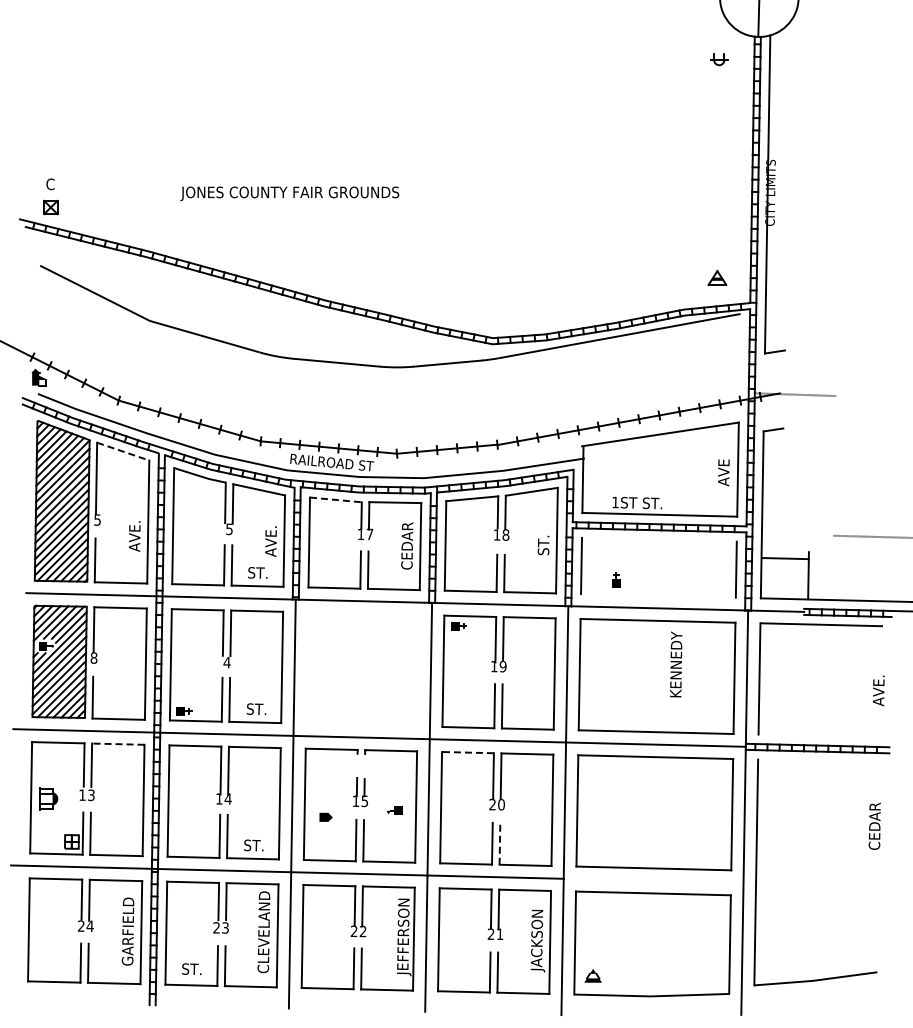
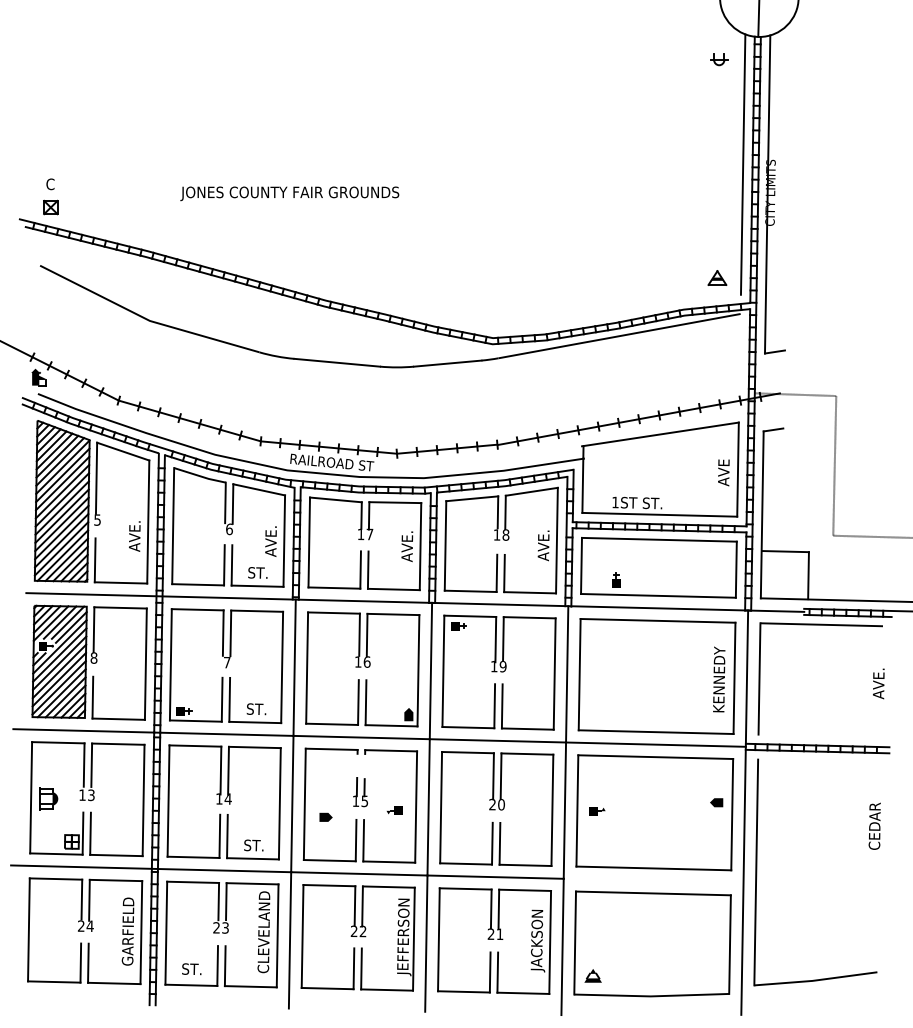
line at (742, 164): none -> present
line at (123, 451): dashed -> solid
line at (834, 465): none -> present
line at (336, 499): dashed -> solid
text at (229, 529): 5 -> 6
line at (658, 539): none -> present
text at (407, 545): CEDAR -> AVE.
text at (543, 545): ST. -> AVE.
line at (784, 558) position: (784, 558) -> (784, 551)
line at (658, 595): none -> present
text at (226, 662): 4 -> 7
text at (676, 664) position: (676, 664) -> (719, 679)
part at (362, 669): none -> present
text at (878, 690) position: (878, 690) -> (878, 683)
line at (117, 744): dashed -> solid
line at (467, 752): dashed -> solid
part at (716, 802): none -> present
part at (597, 811): none -> present
line at (499, 843): dashed -> solid
